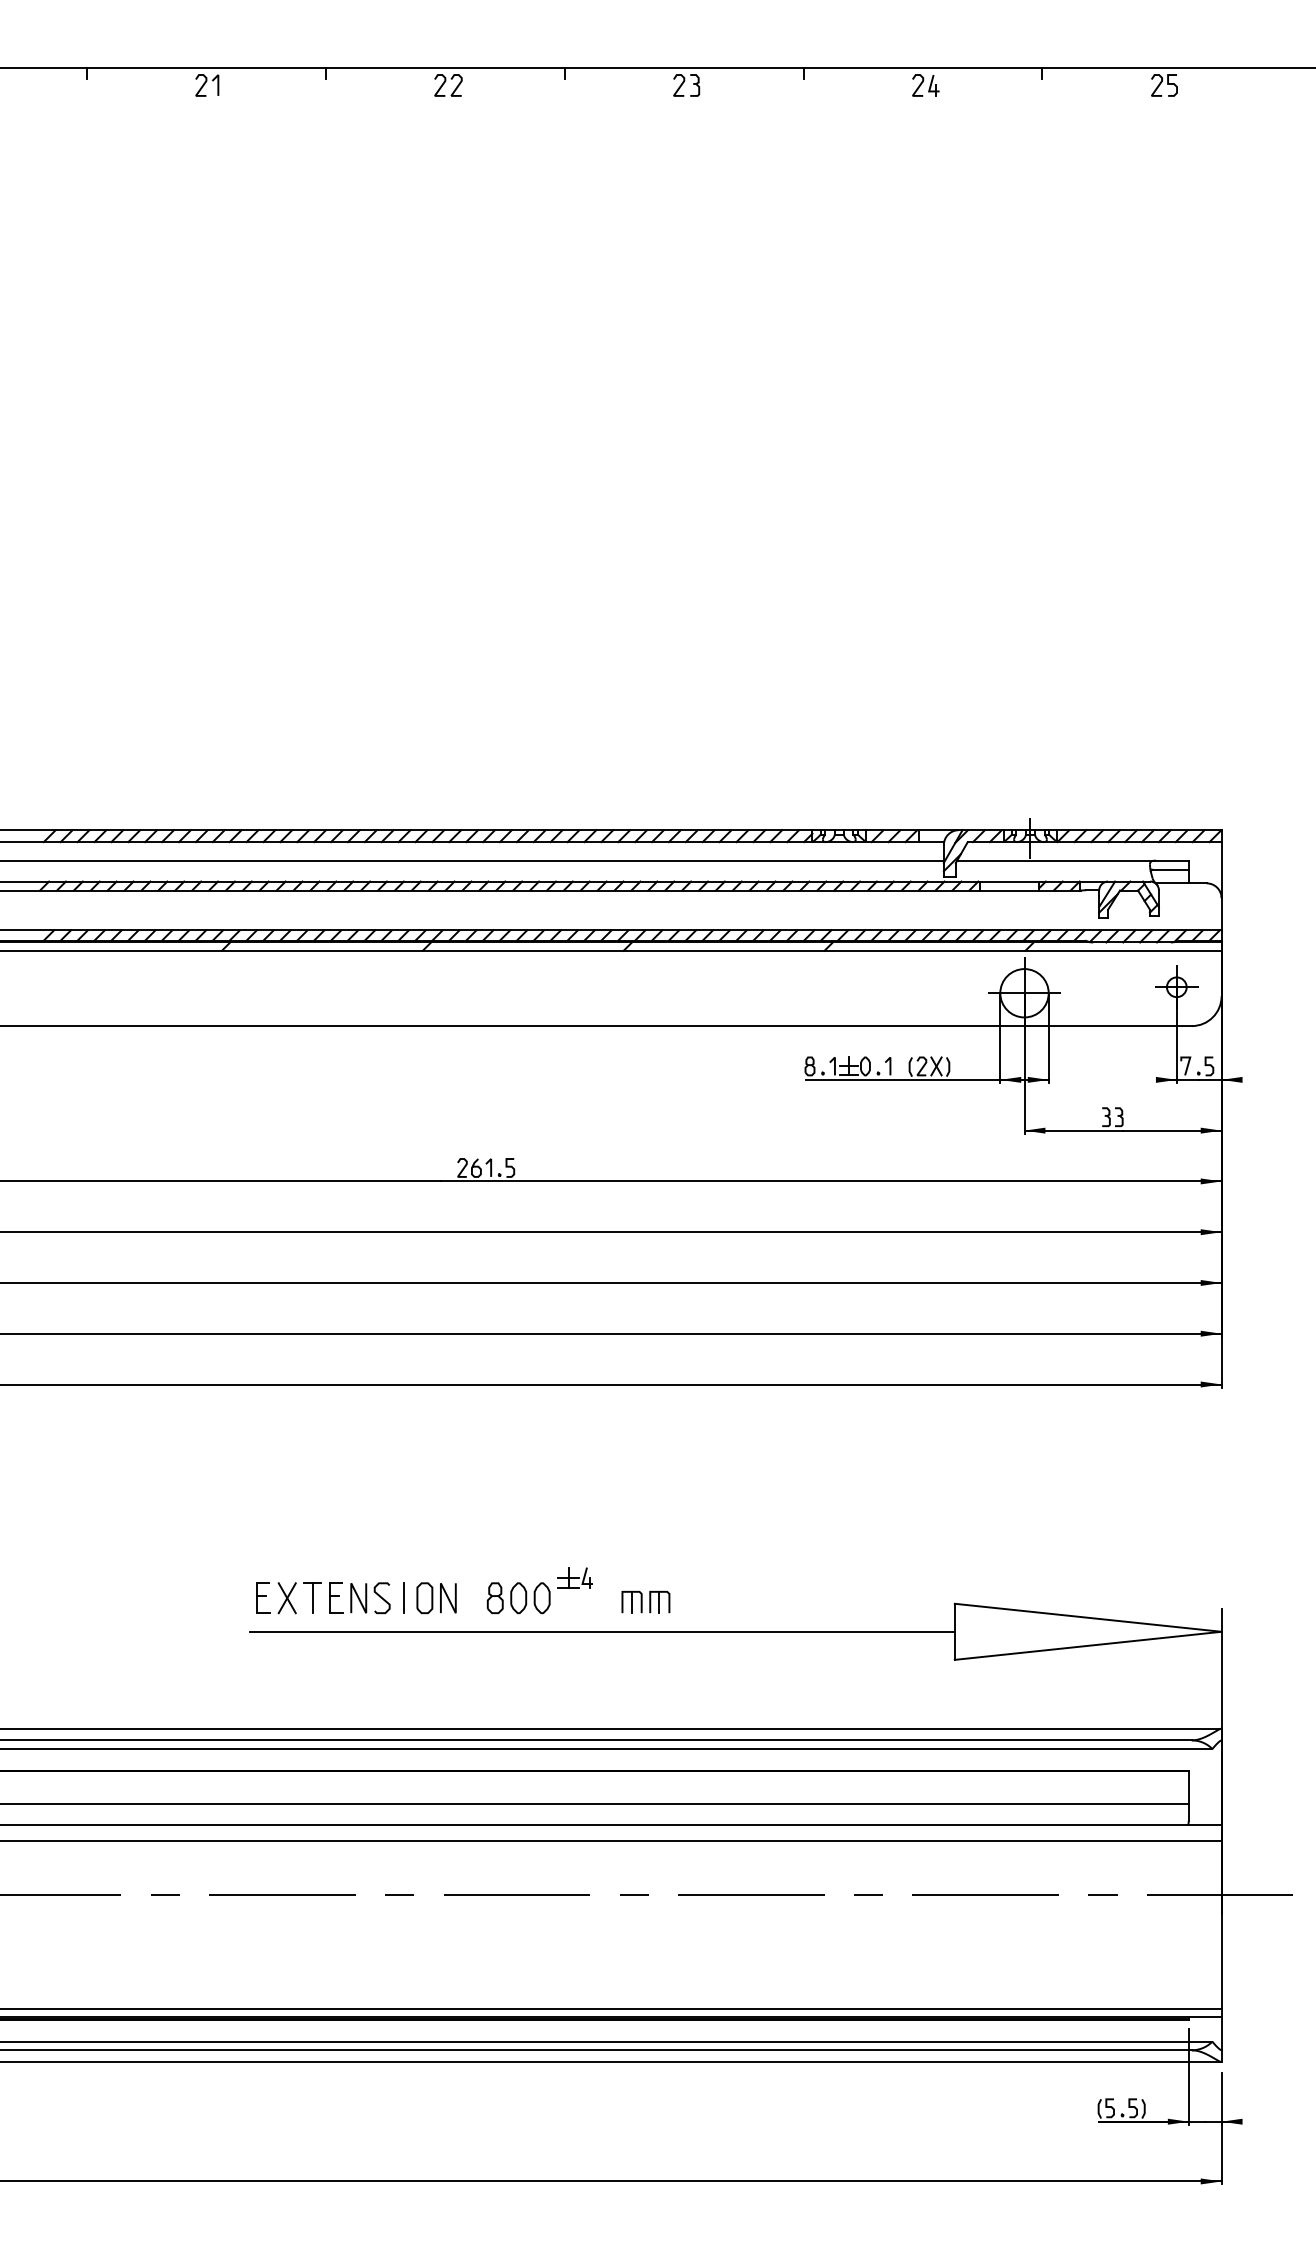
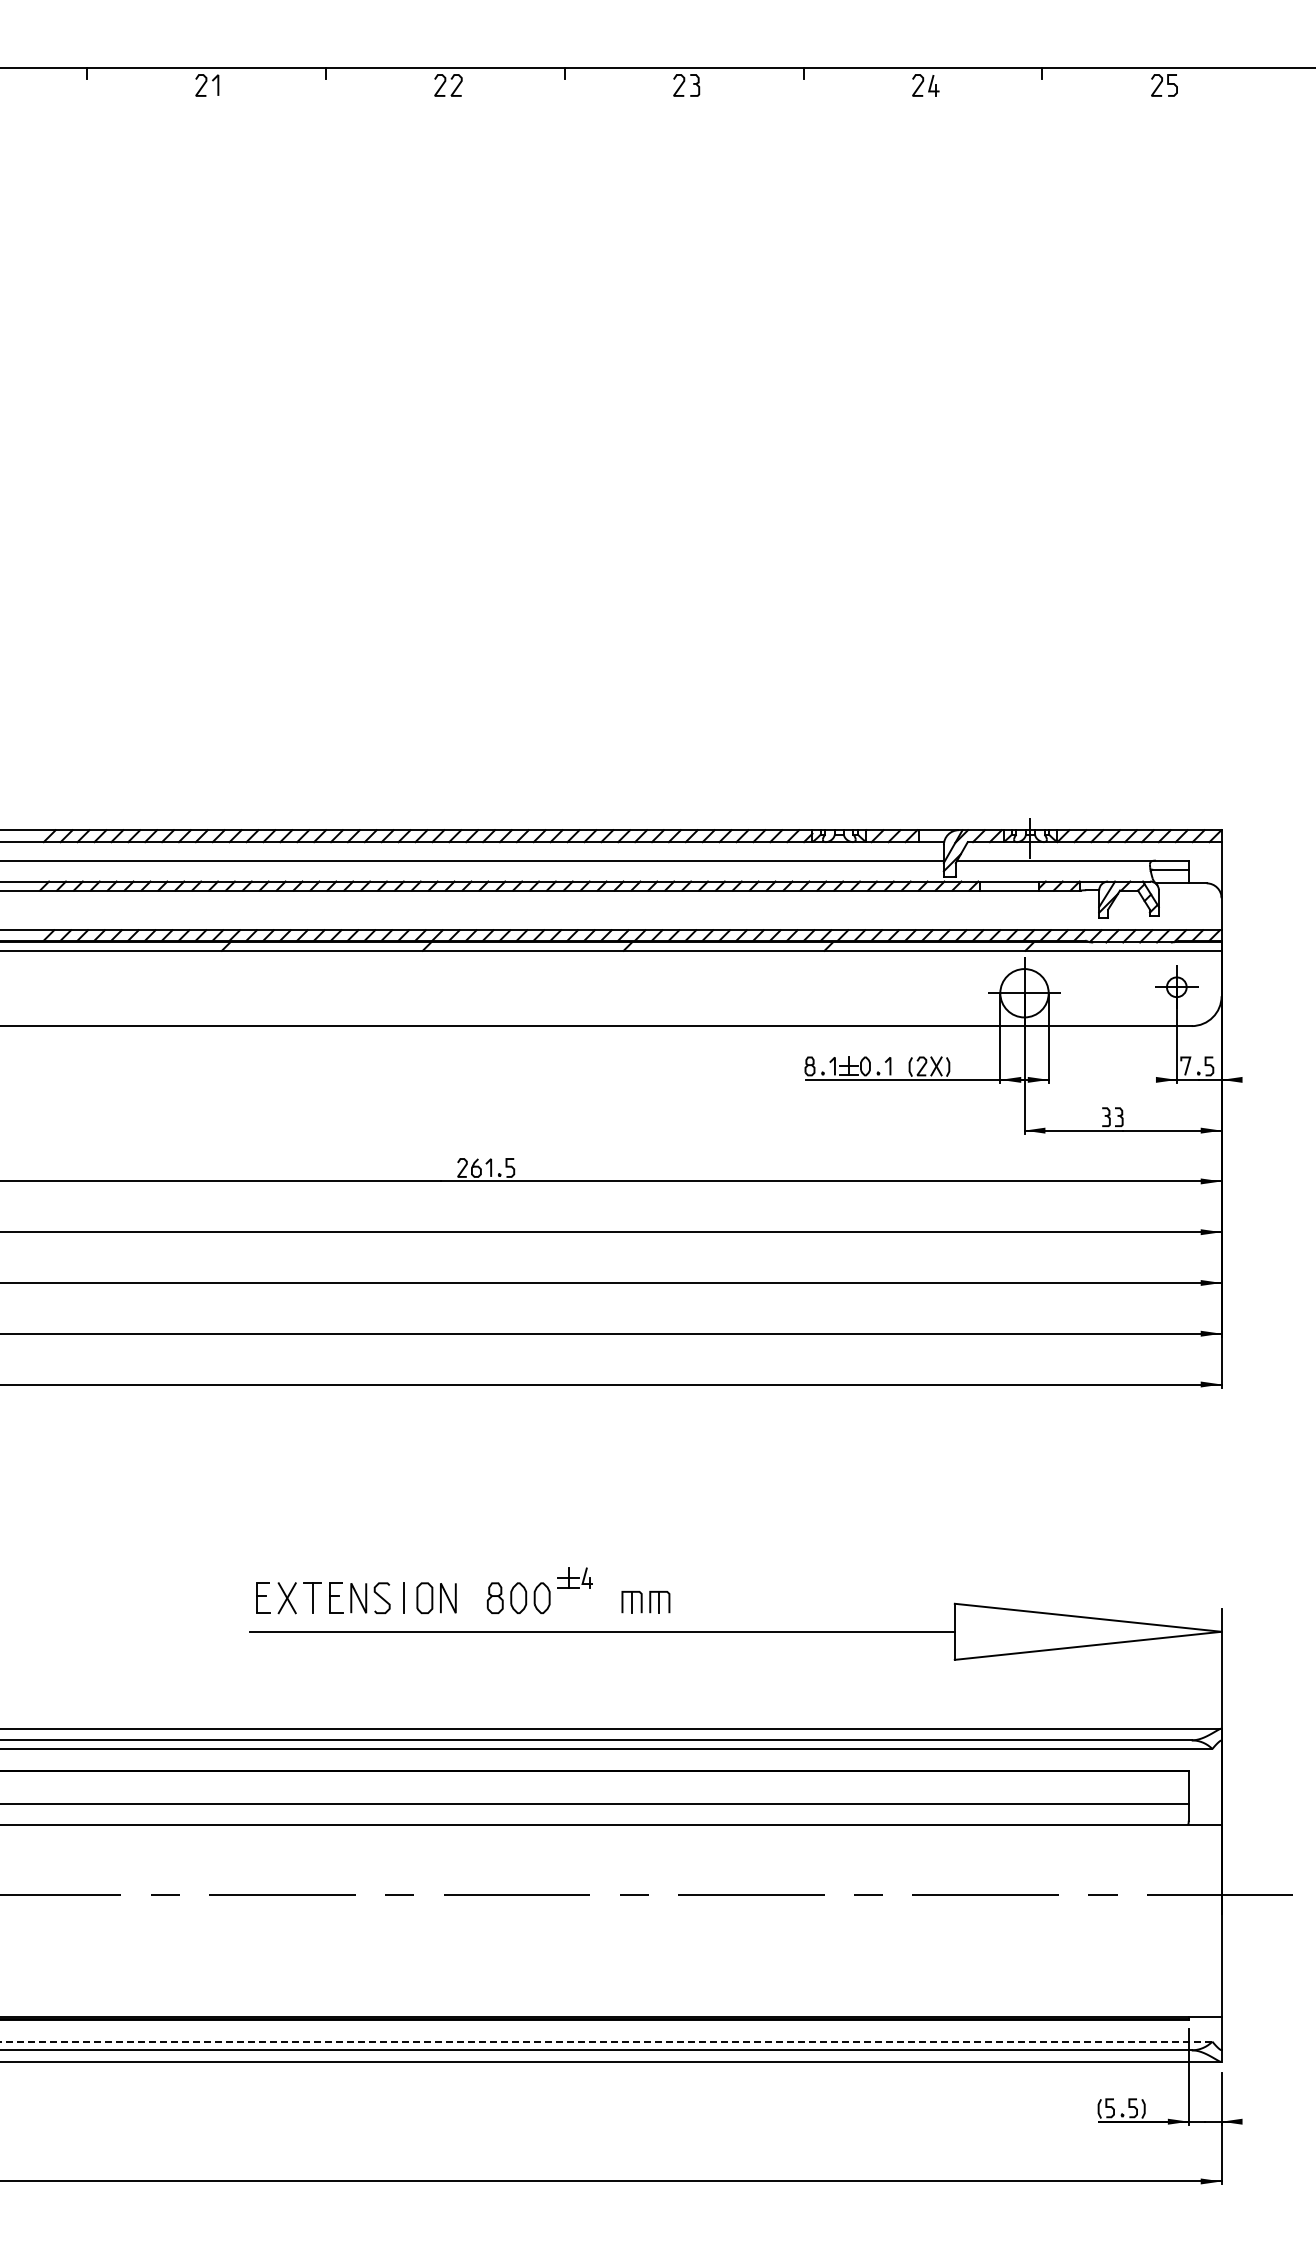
line at (611, 1840): present -> none
line at (611, 2008): present -> none
line at (606, 2041): solid -> dashed
